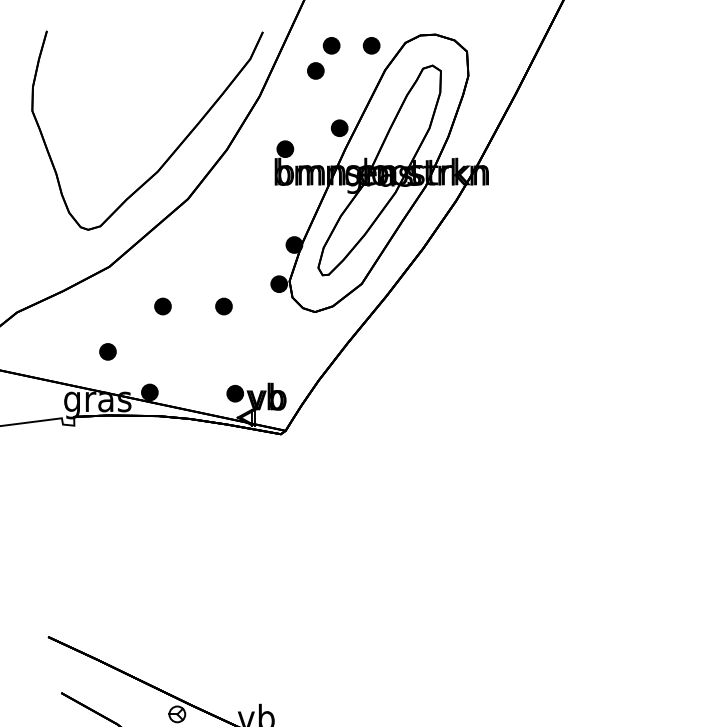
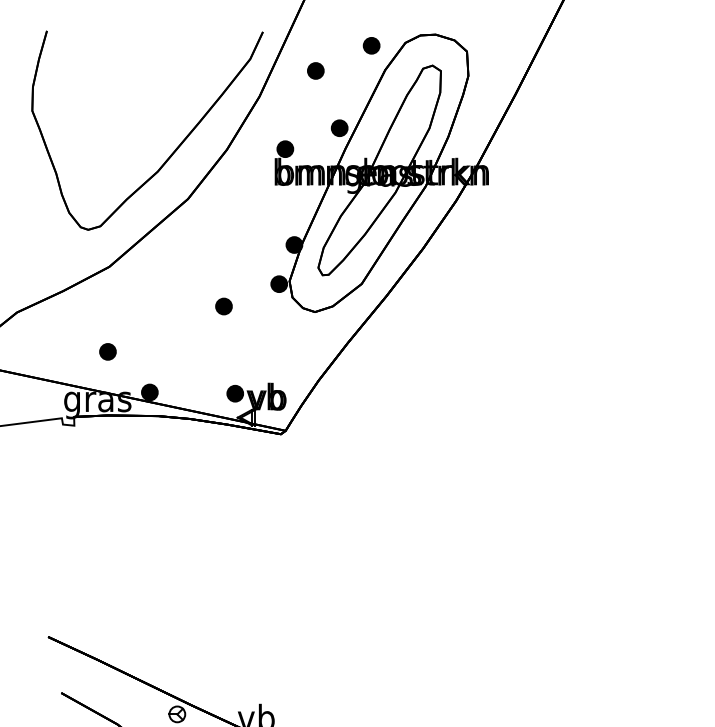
part at (331, 45): present -> none
part at (162, 306): present -> none
